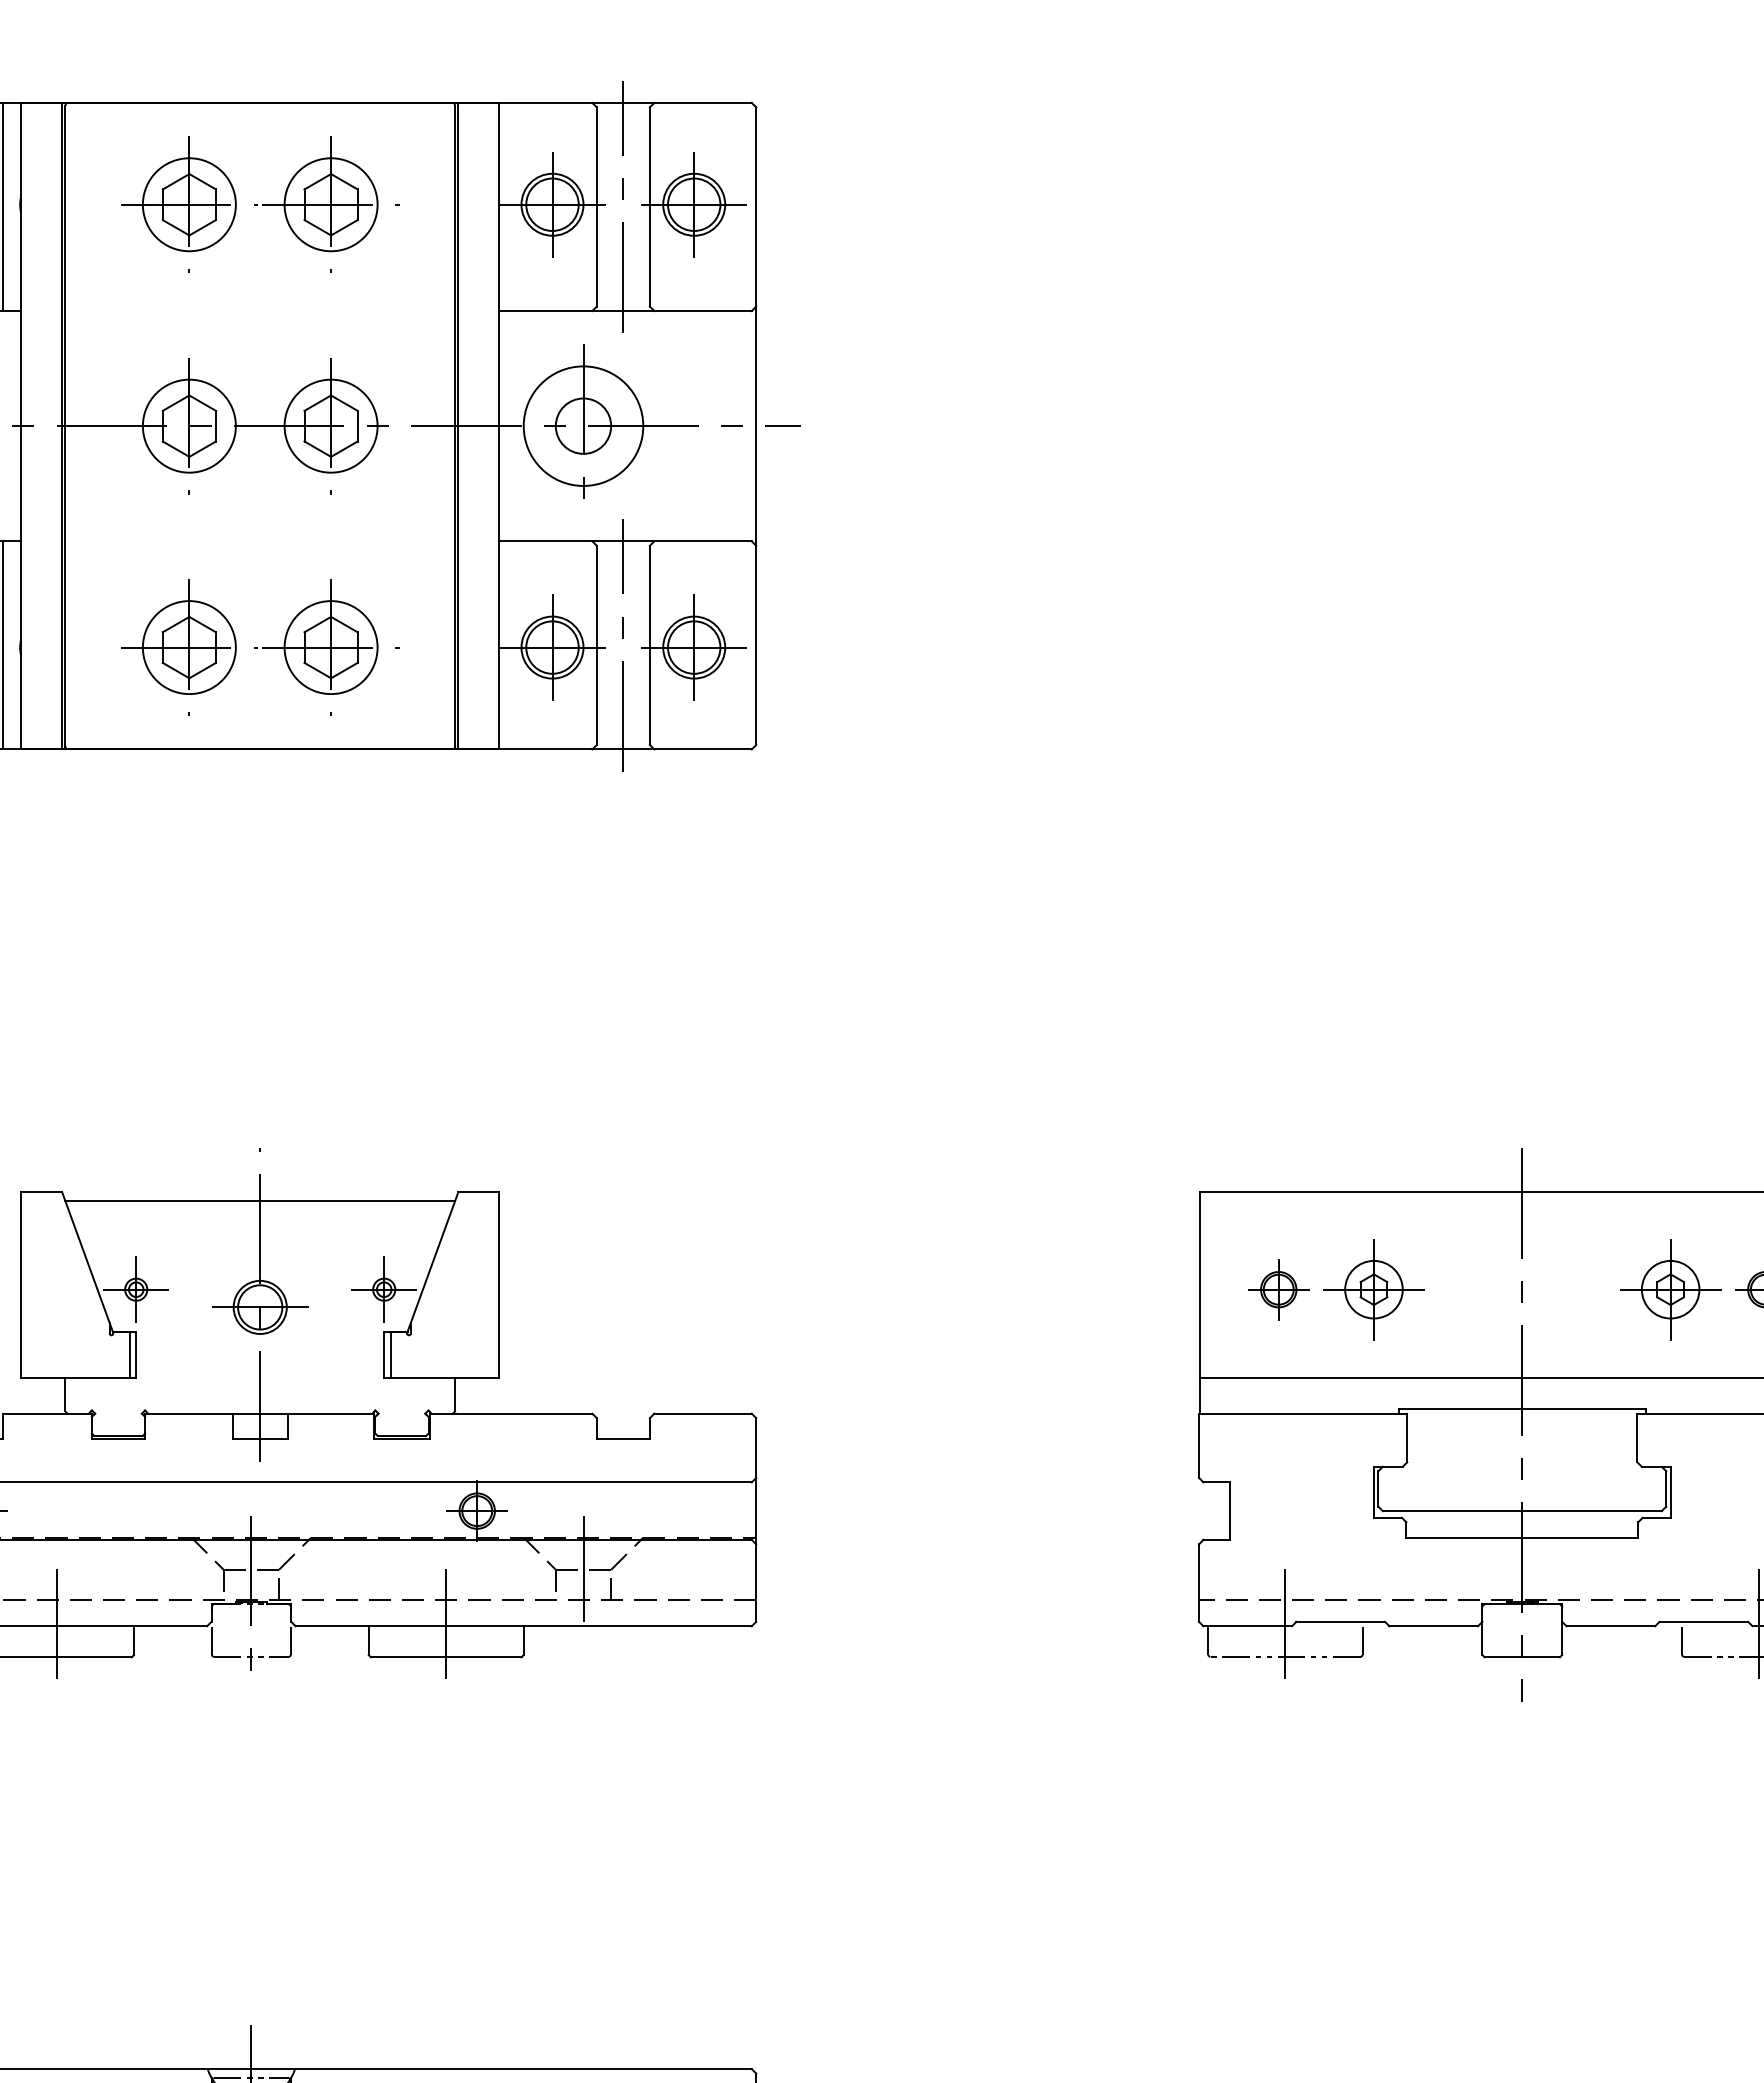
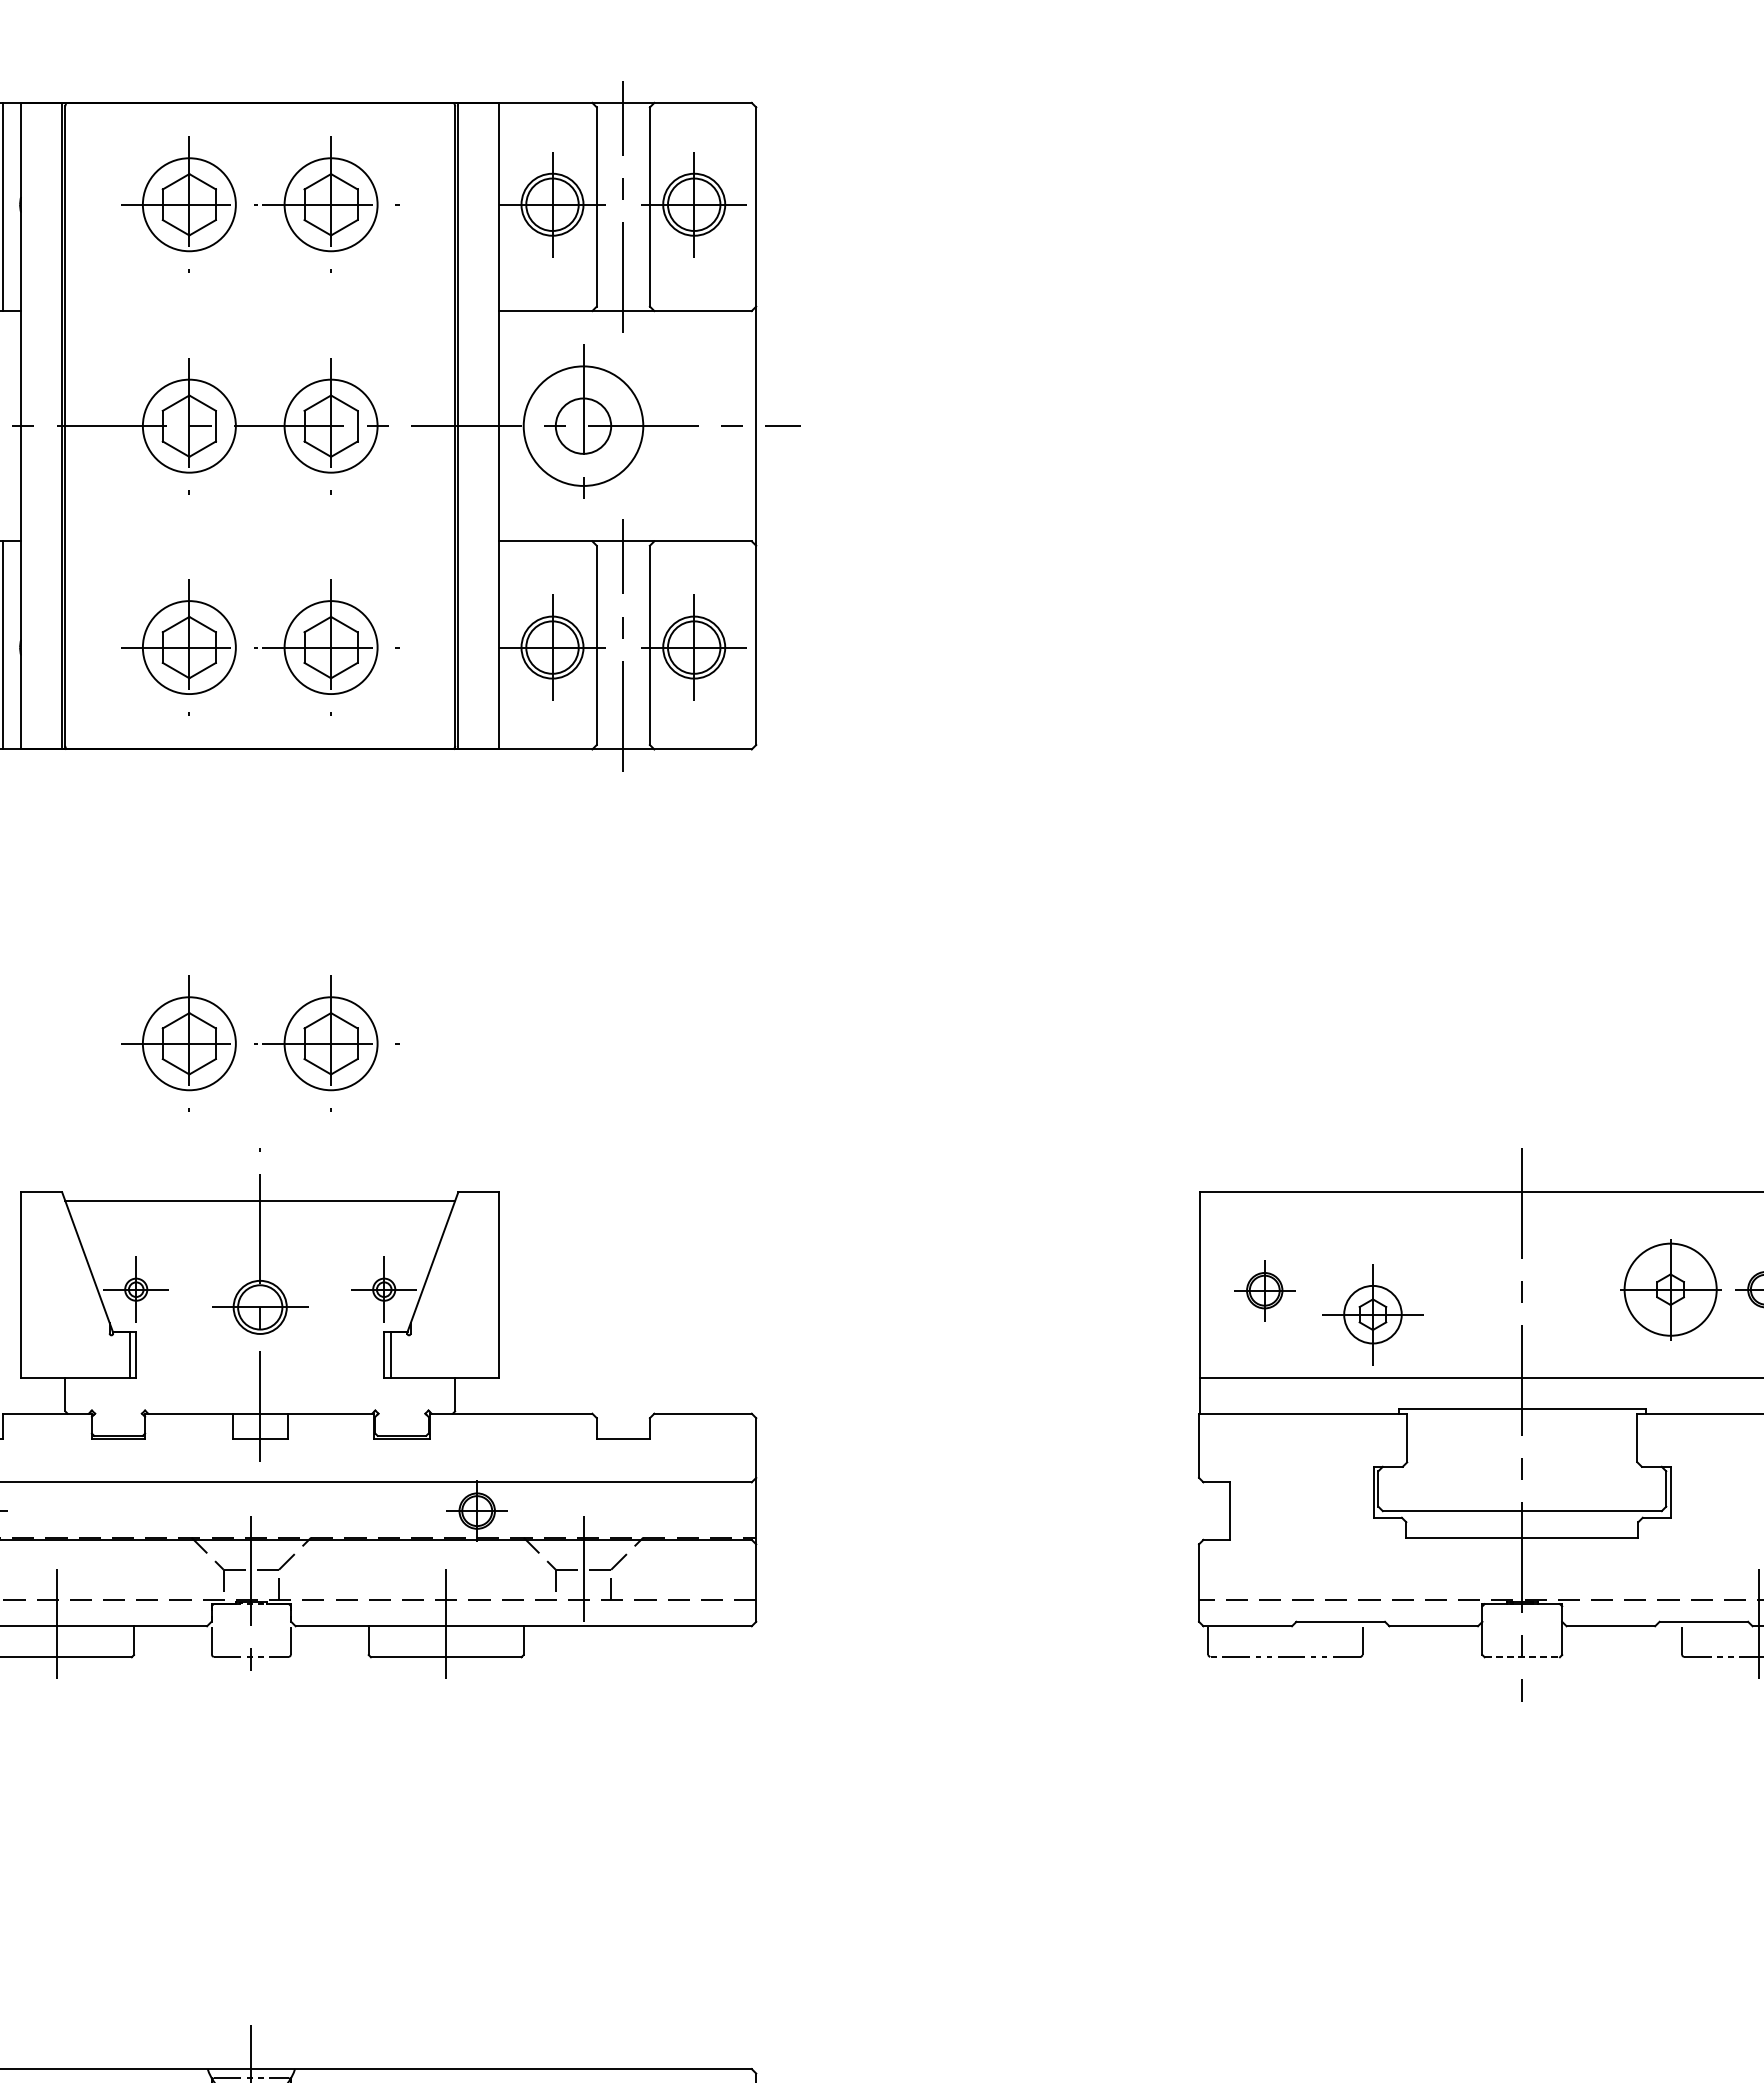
part at (260, 1043): none -> present
part at (1278, 1289) position: (1278, 1289) -> (1264, 1290)
part at (1373, 1289) position: (1373, 1289) -> (1372, 1314)
circle at (1670, 1289) diameter: 58 px -> 92 px
line at (1285, 1618): present -> none
line at (1522, 1657): solid -> dashed
